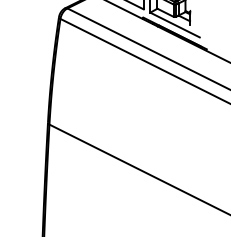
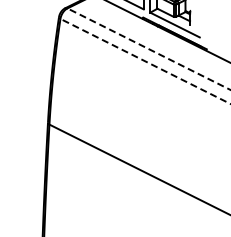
line at (148, 49): solid -> dashed
line at (145, 61): solid -> dashed
